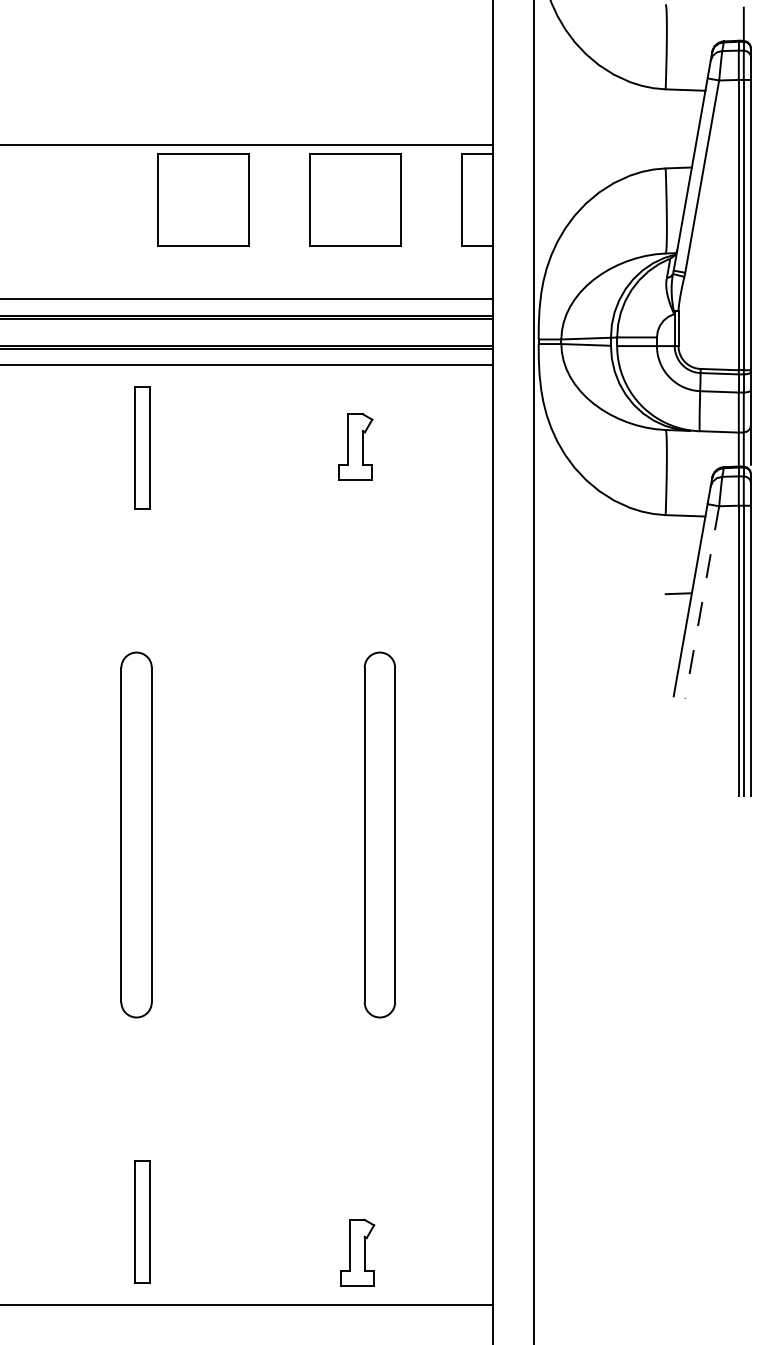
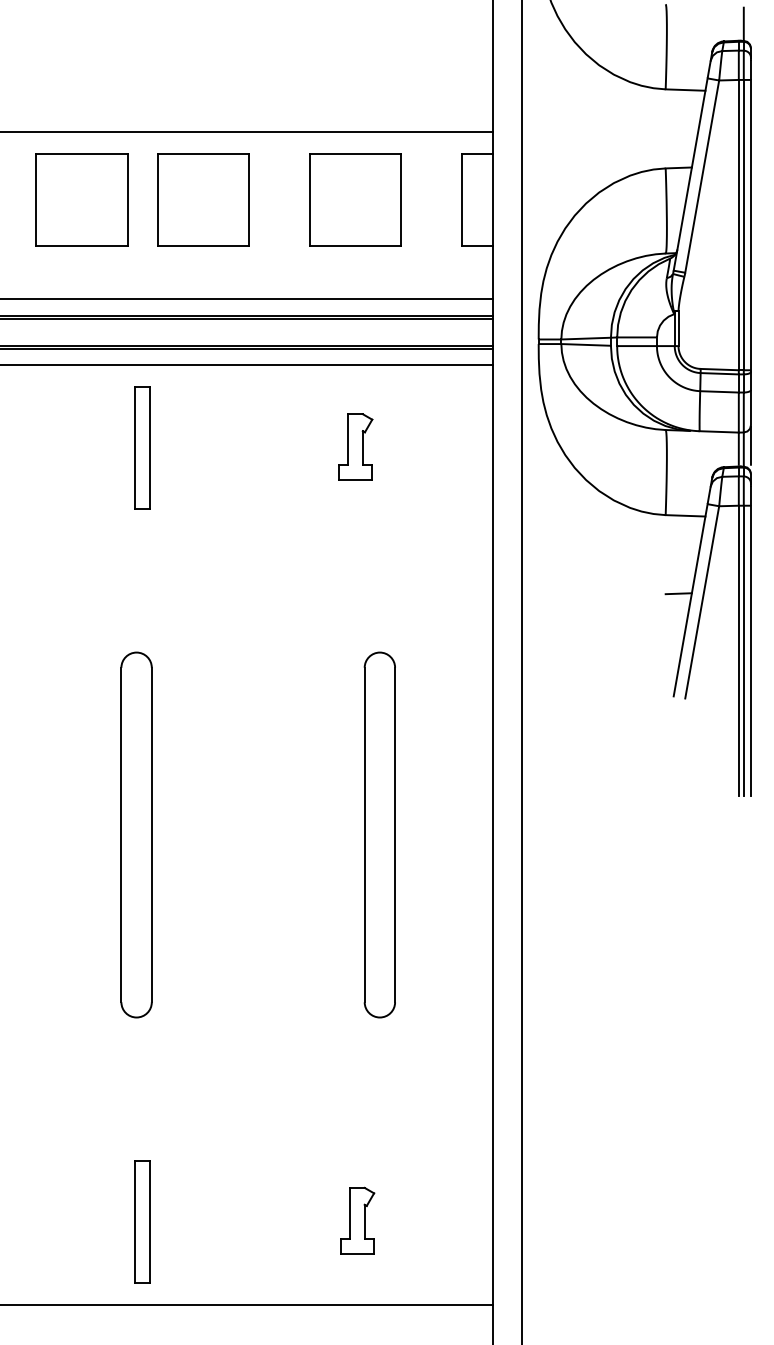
line at (247, 144) position: (247, 144) -> (247, 131)
part at (81, 199): none -> present
line at (702, 602): dashed -> solid
line at (534, 671) position: (534, 671) -> (522, 671)
part at (357, 1252) position: (357, 1252) -> (357, 1220)
